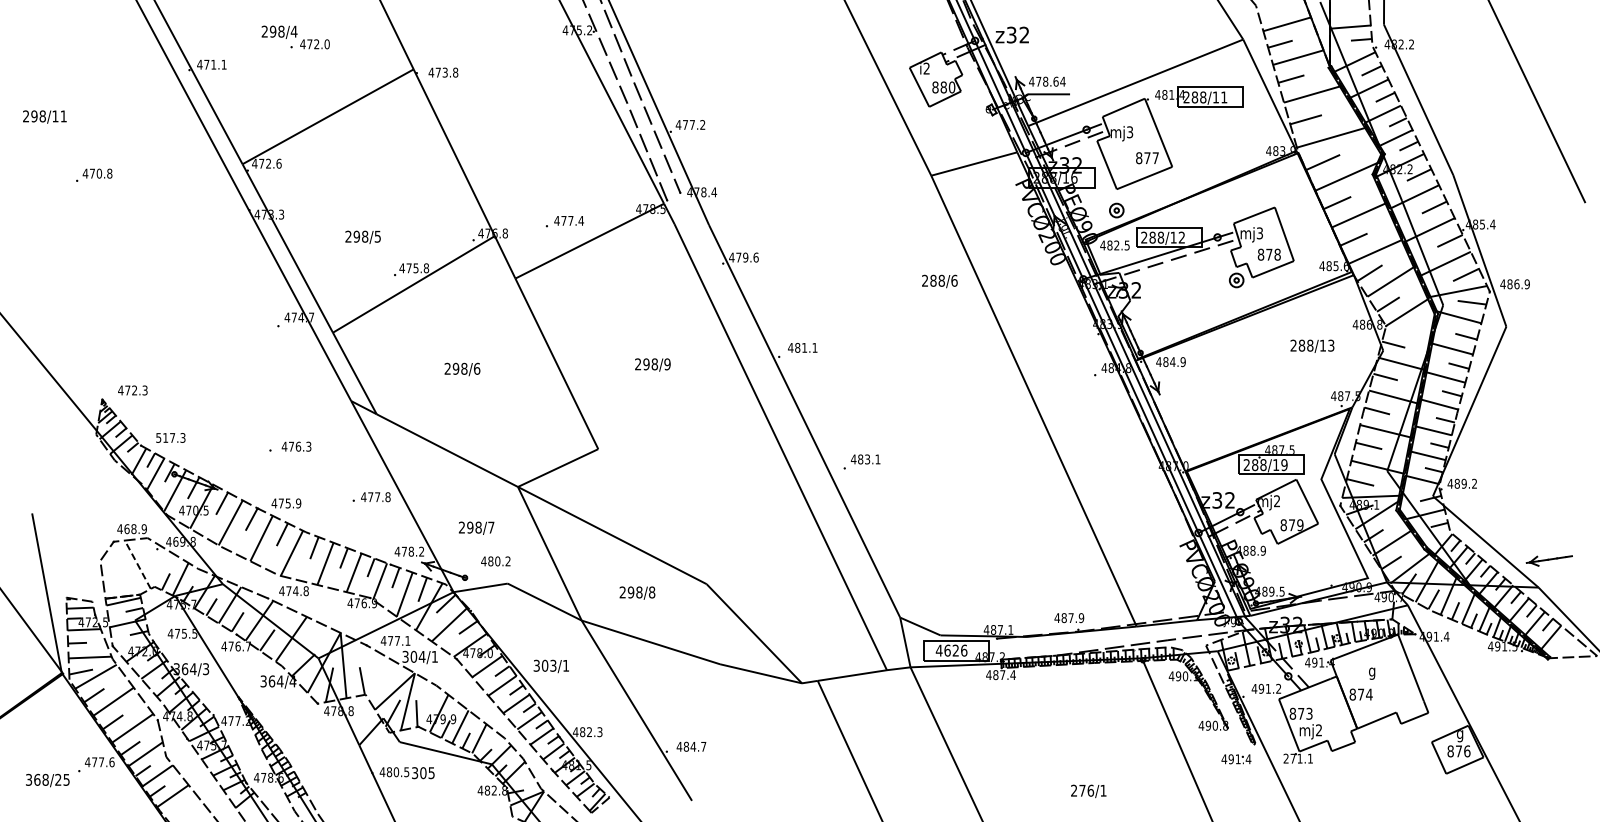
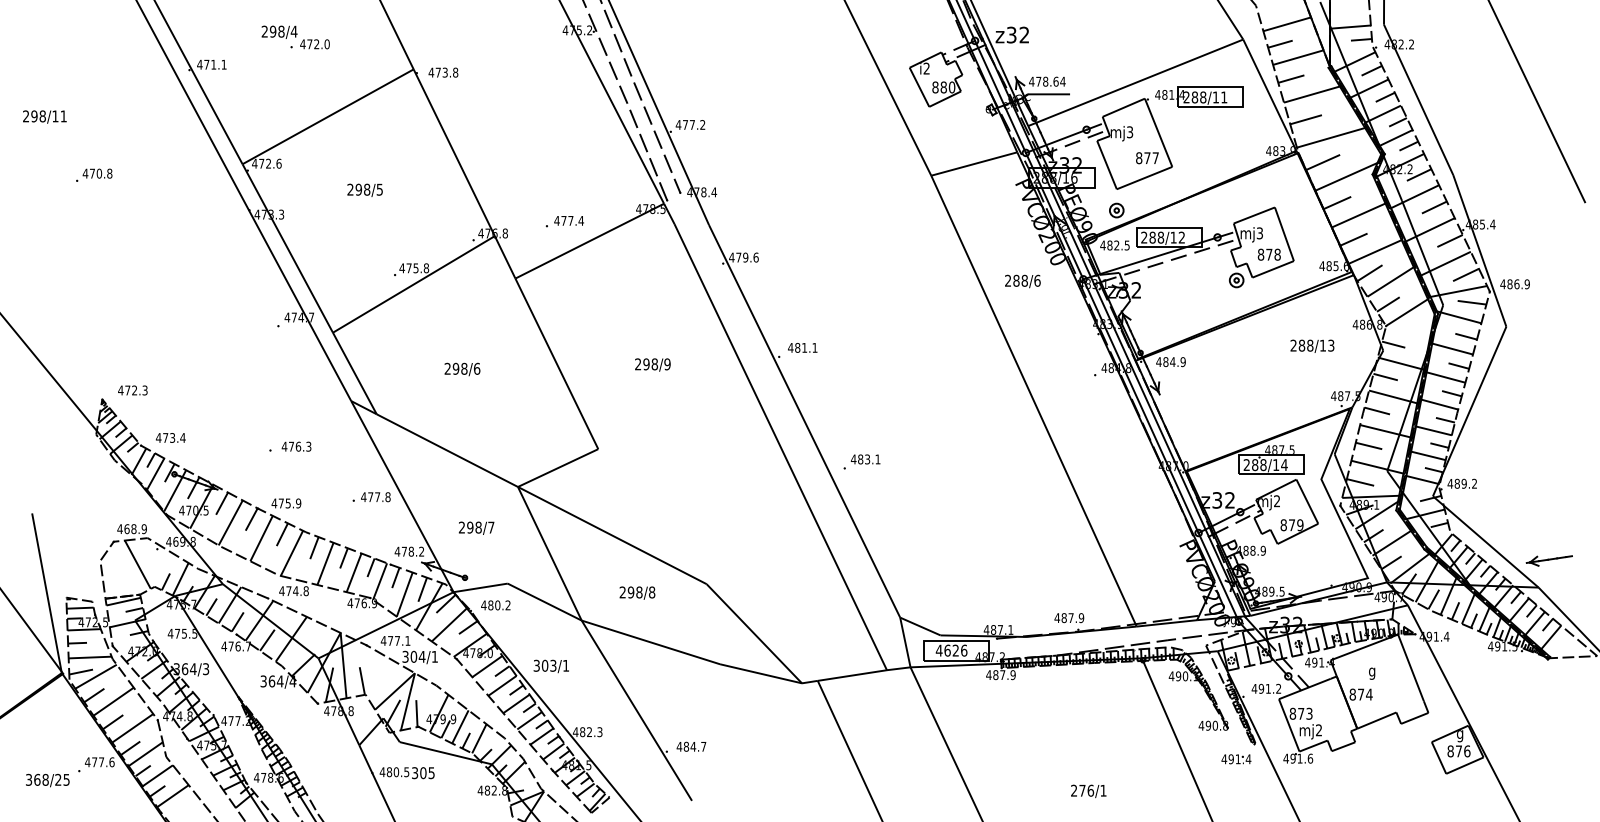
text at (362, 236) position: (362, 236) -> (364, 189)
text at (939, 281) position: (939, 281) -> (1022, 281)
text at (170, 437): 517.3 -> 473.4
text at (1284, 465): 288/19 -> 288/14
text at (495, 561) position: (495, 561) -> (495, 605)
line at (137, 564): dashed -> solid
text at (1012, 675): 487.4 -> 487.9
text at (1298, 758): 271.1 -> 491.6
